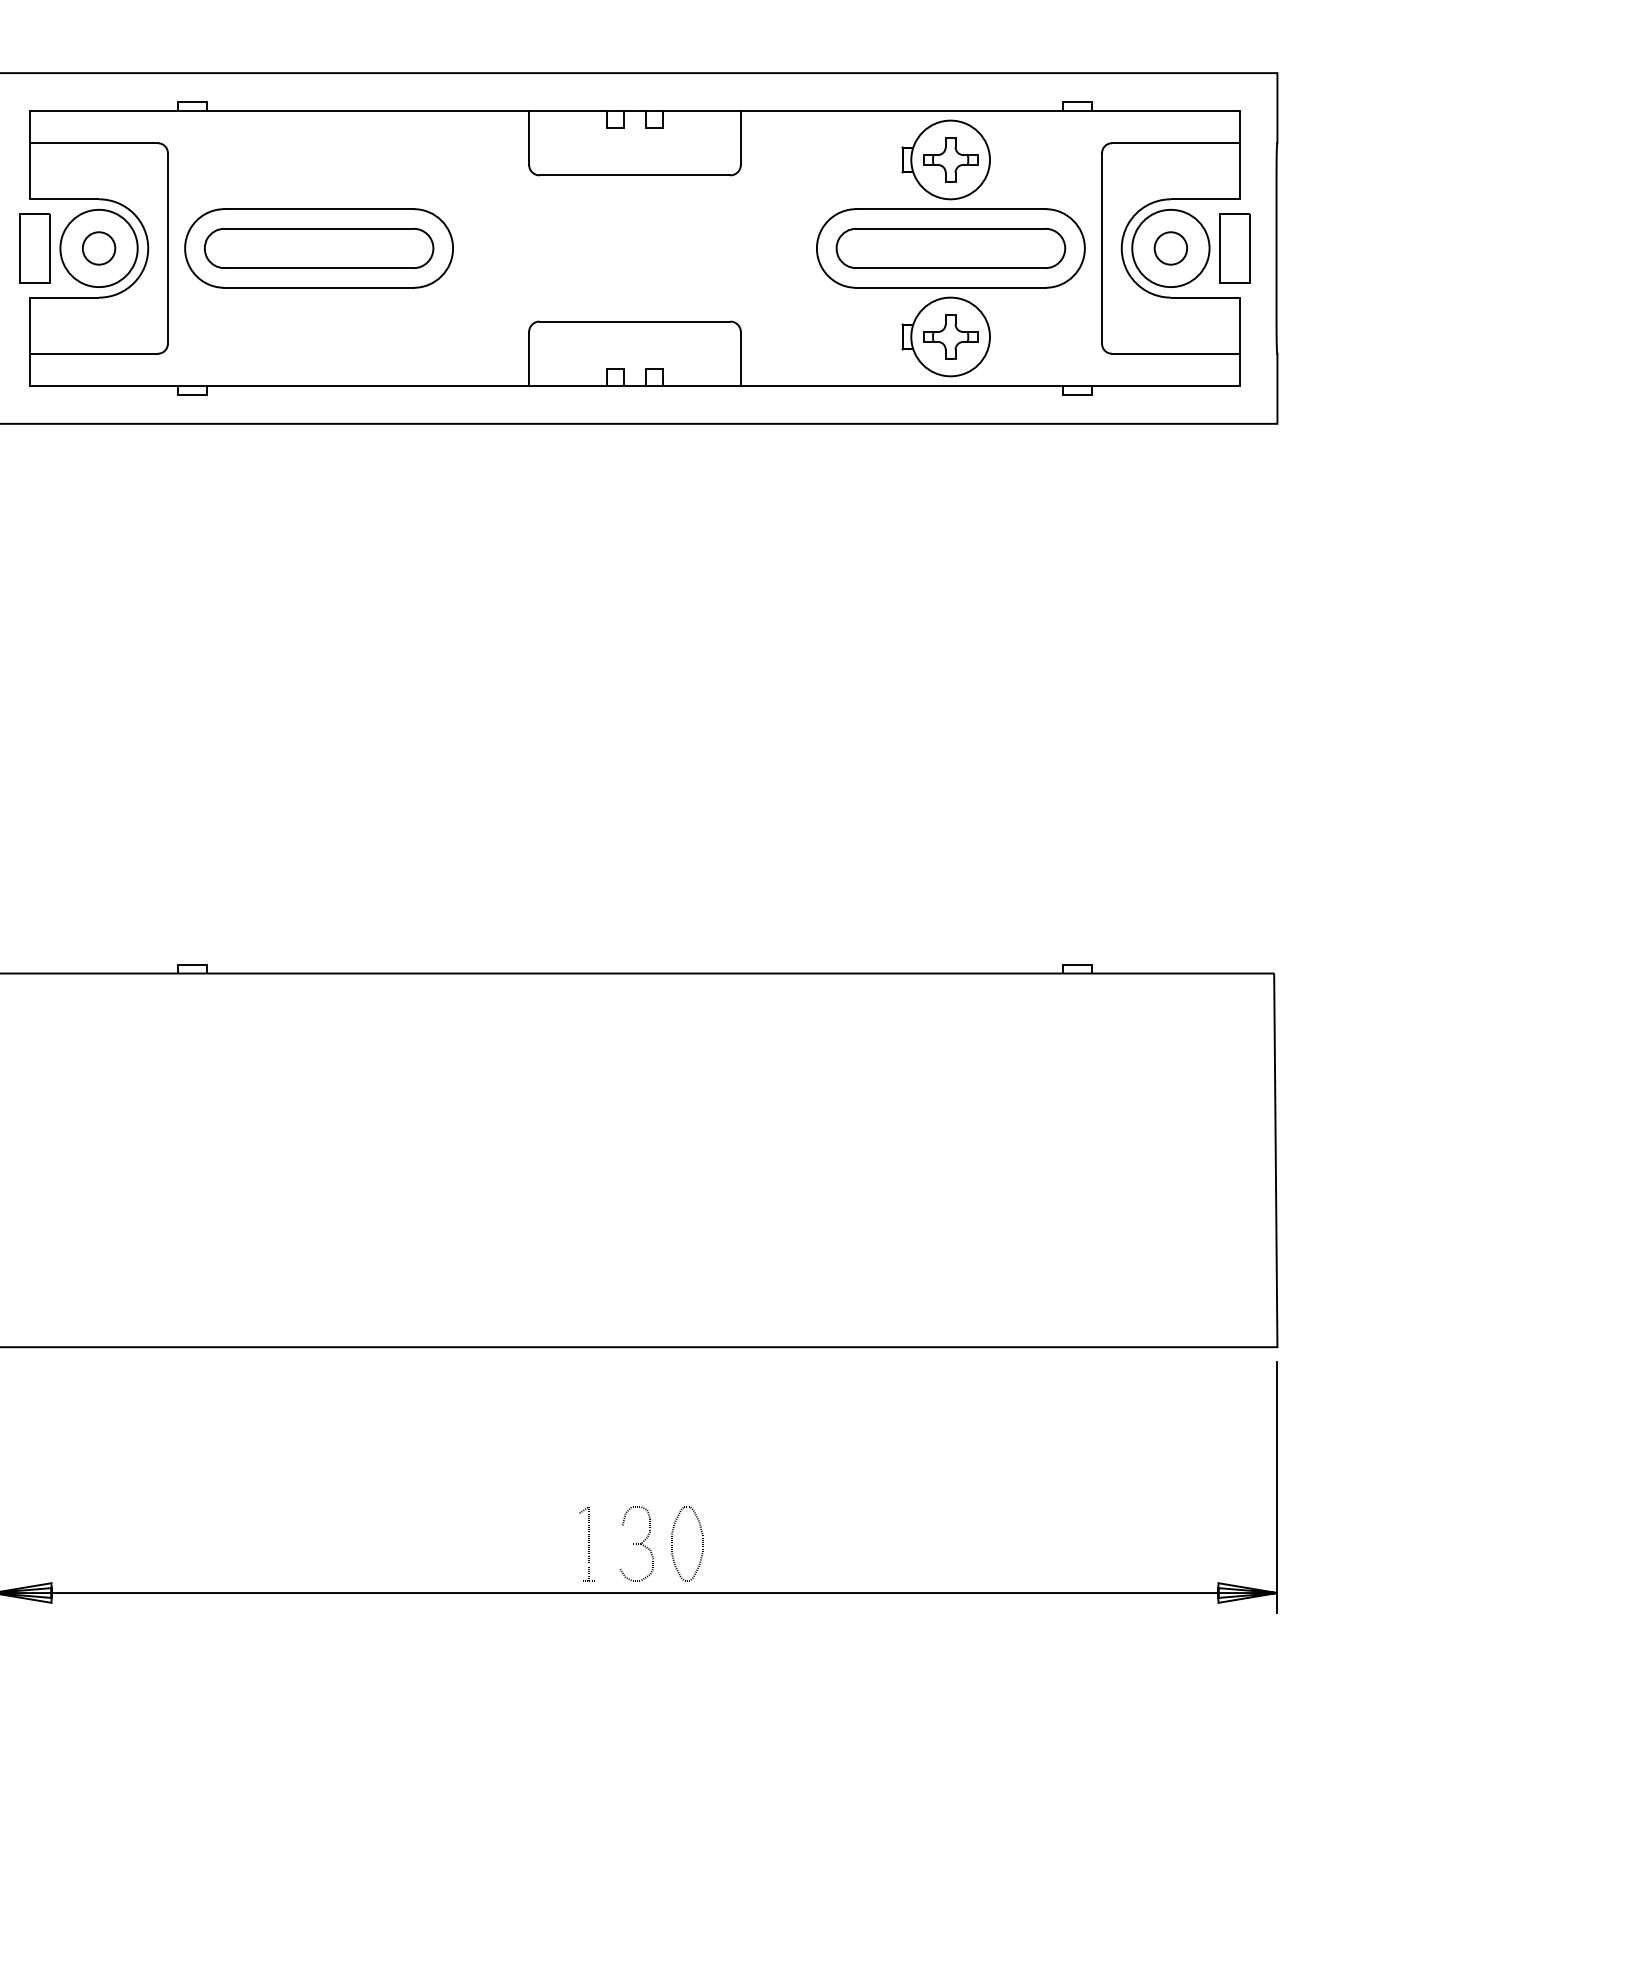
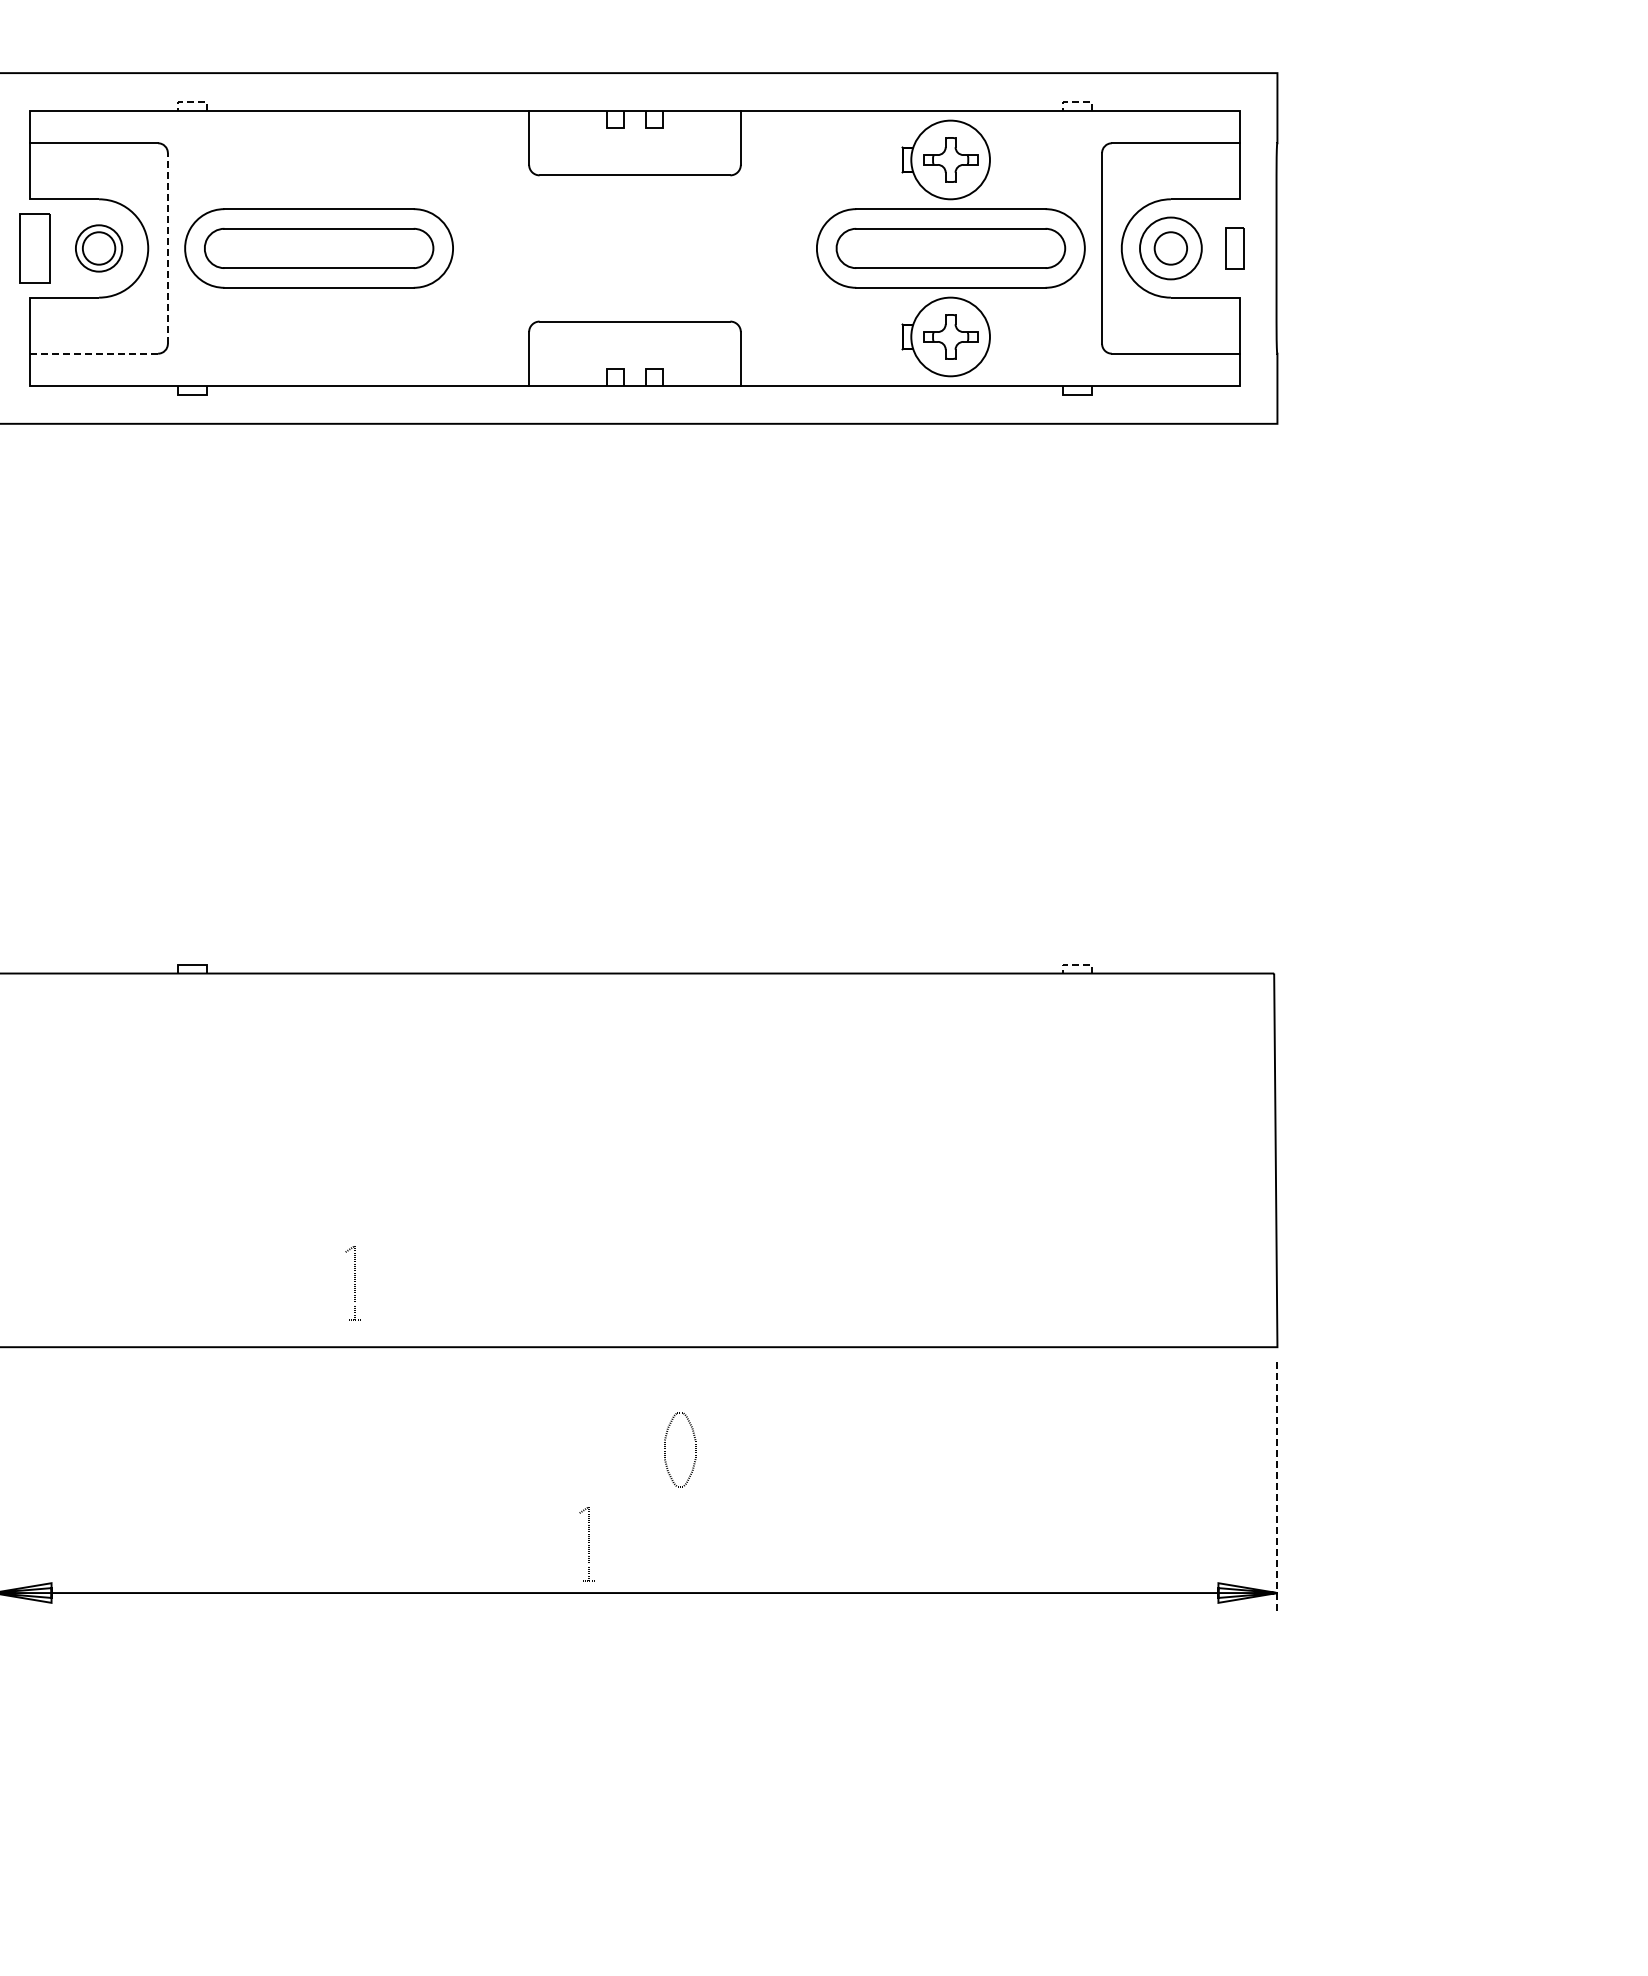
line at (192, 101): solid -> dashed
line at (1077, 101): solid -> dashed
line at (167, 247): solid -> dashed
circle at (98, 248) diameter: 77 px -> 46 px
circle at (1170, 248) diameter: 77 px -> 62 px
part at (1234, 248) size: 32x71 px -> 20x43 px
line at (94, 353): solid -> dashed
line at (1077, 964): solid -> dashed
part at (352, 1283): none -> present
line at (1277, 1487): solid -> dashed
part at (672, 1542) position: (672, 1542) -> (665, 1448)
part at (636, 1543): present -> none
